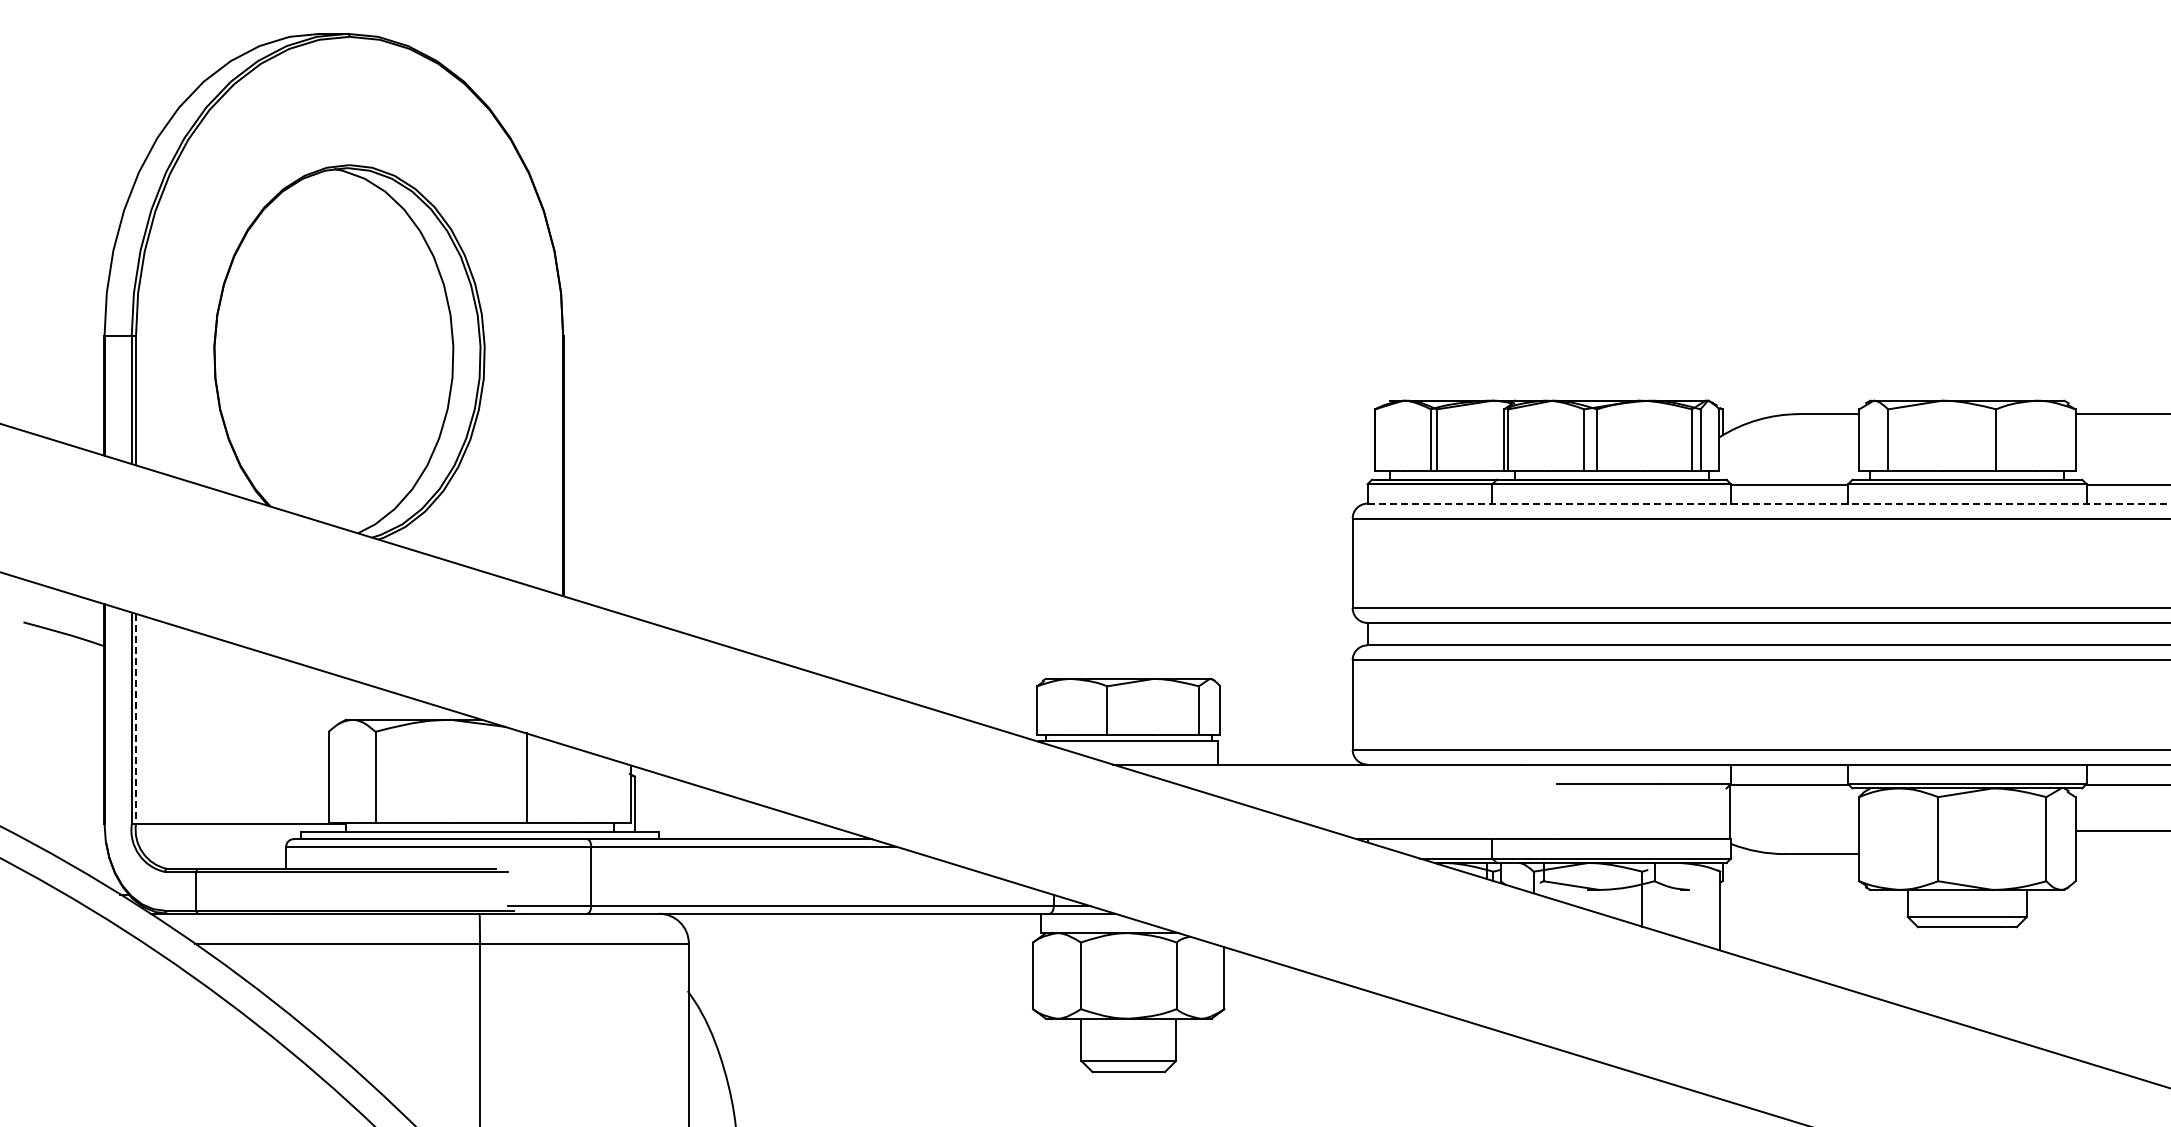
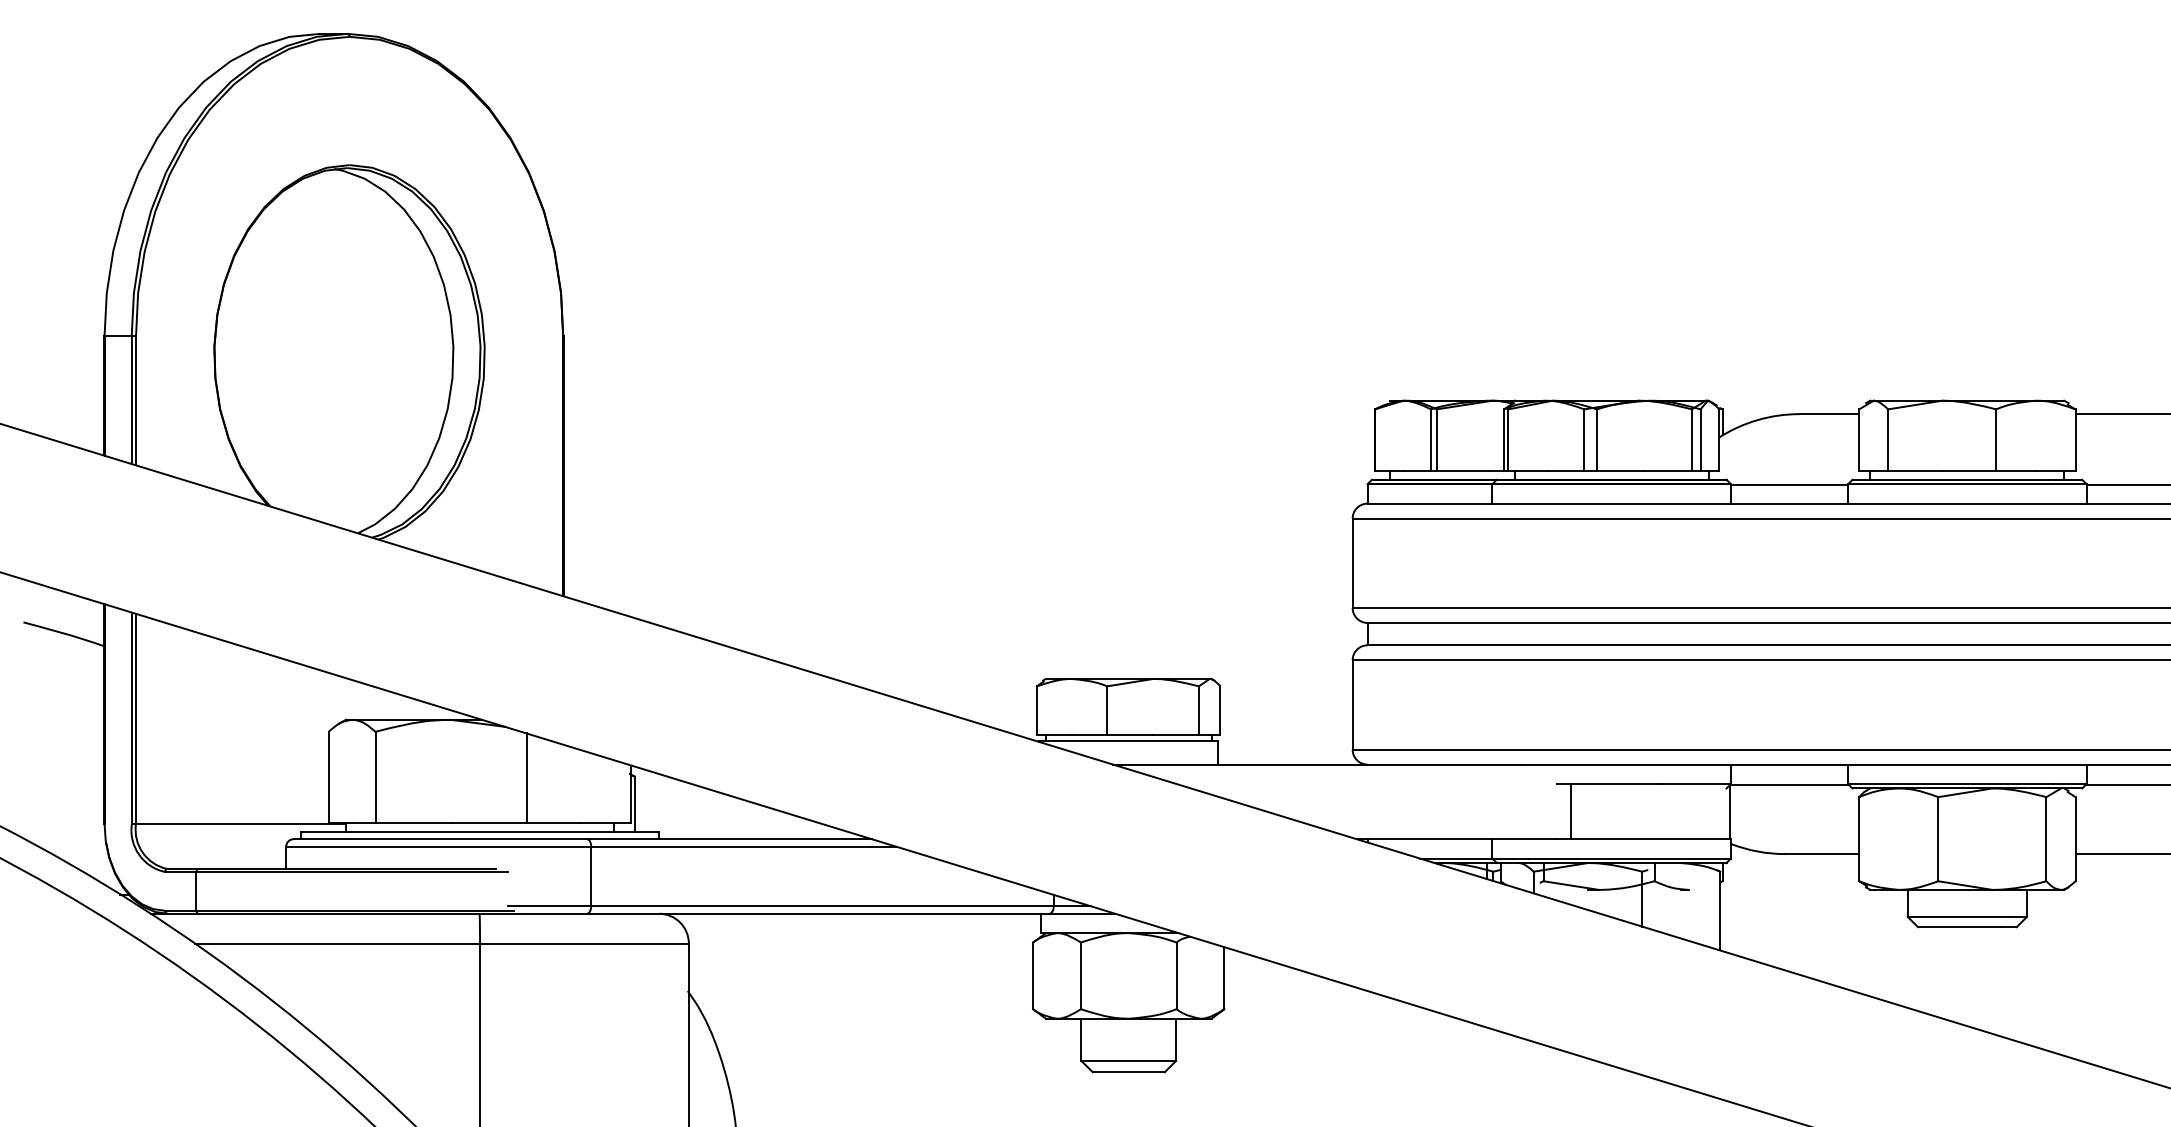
line at (1769, 503): dashed -> solid
line at (136, 719): dashed -> solid
line at (1571, 812): none -> present
line at (2121, 831) position: (2121, 831) -> (2121, 854)
